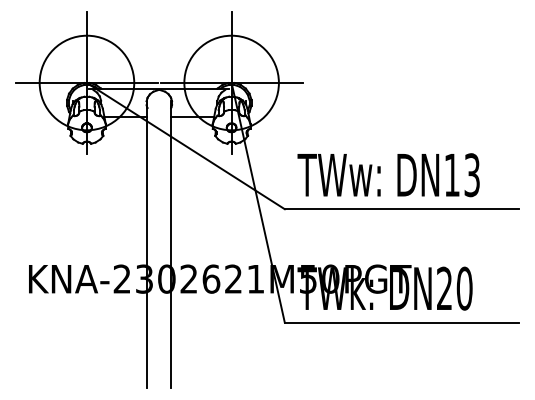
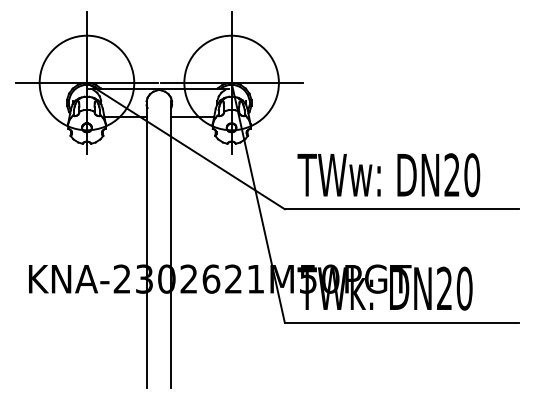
text at (462, 175): DN13 -> DN20
